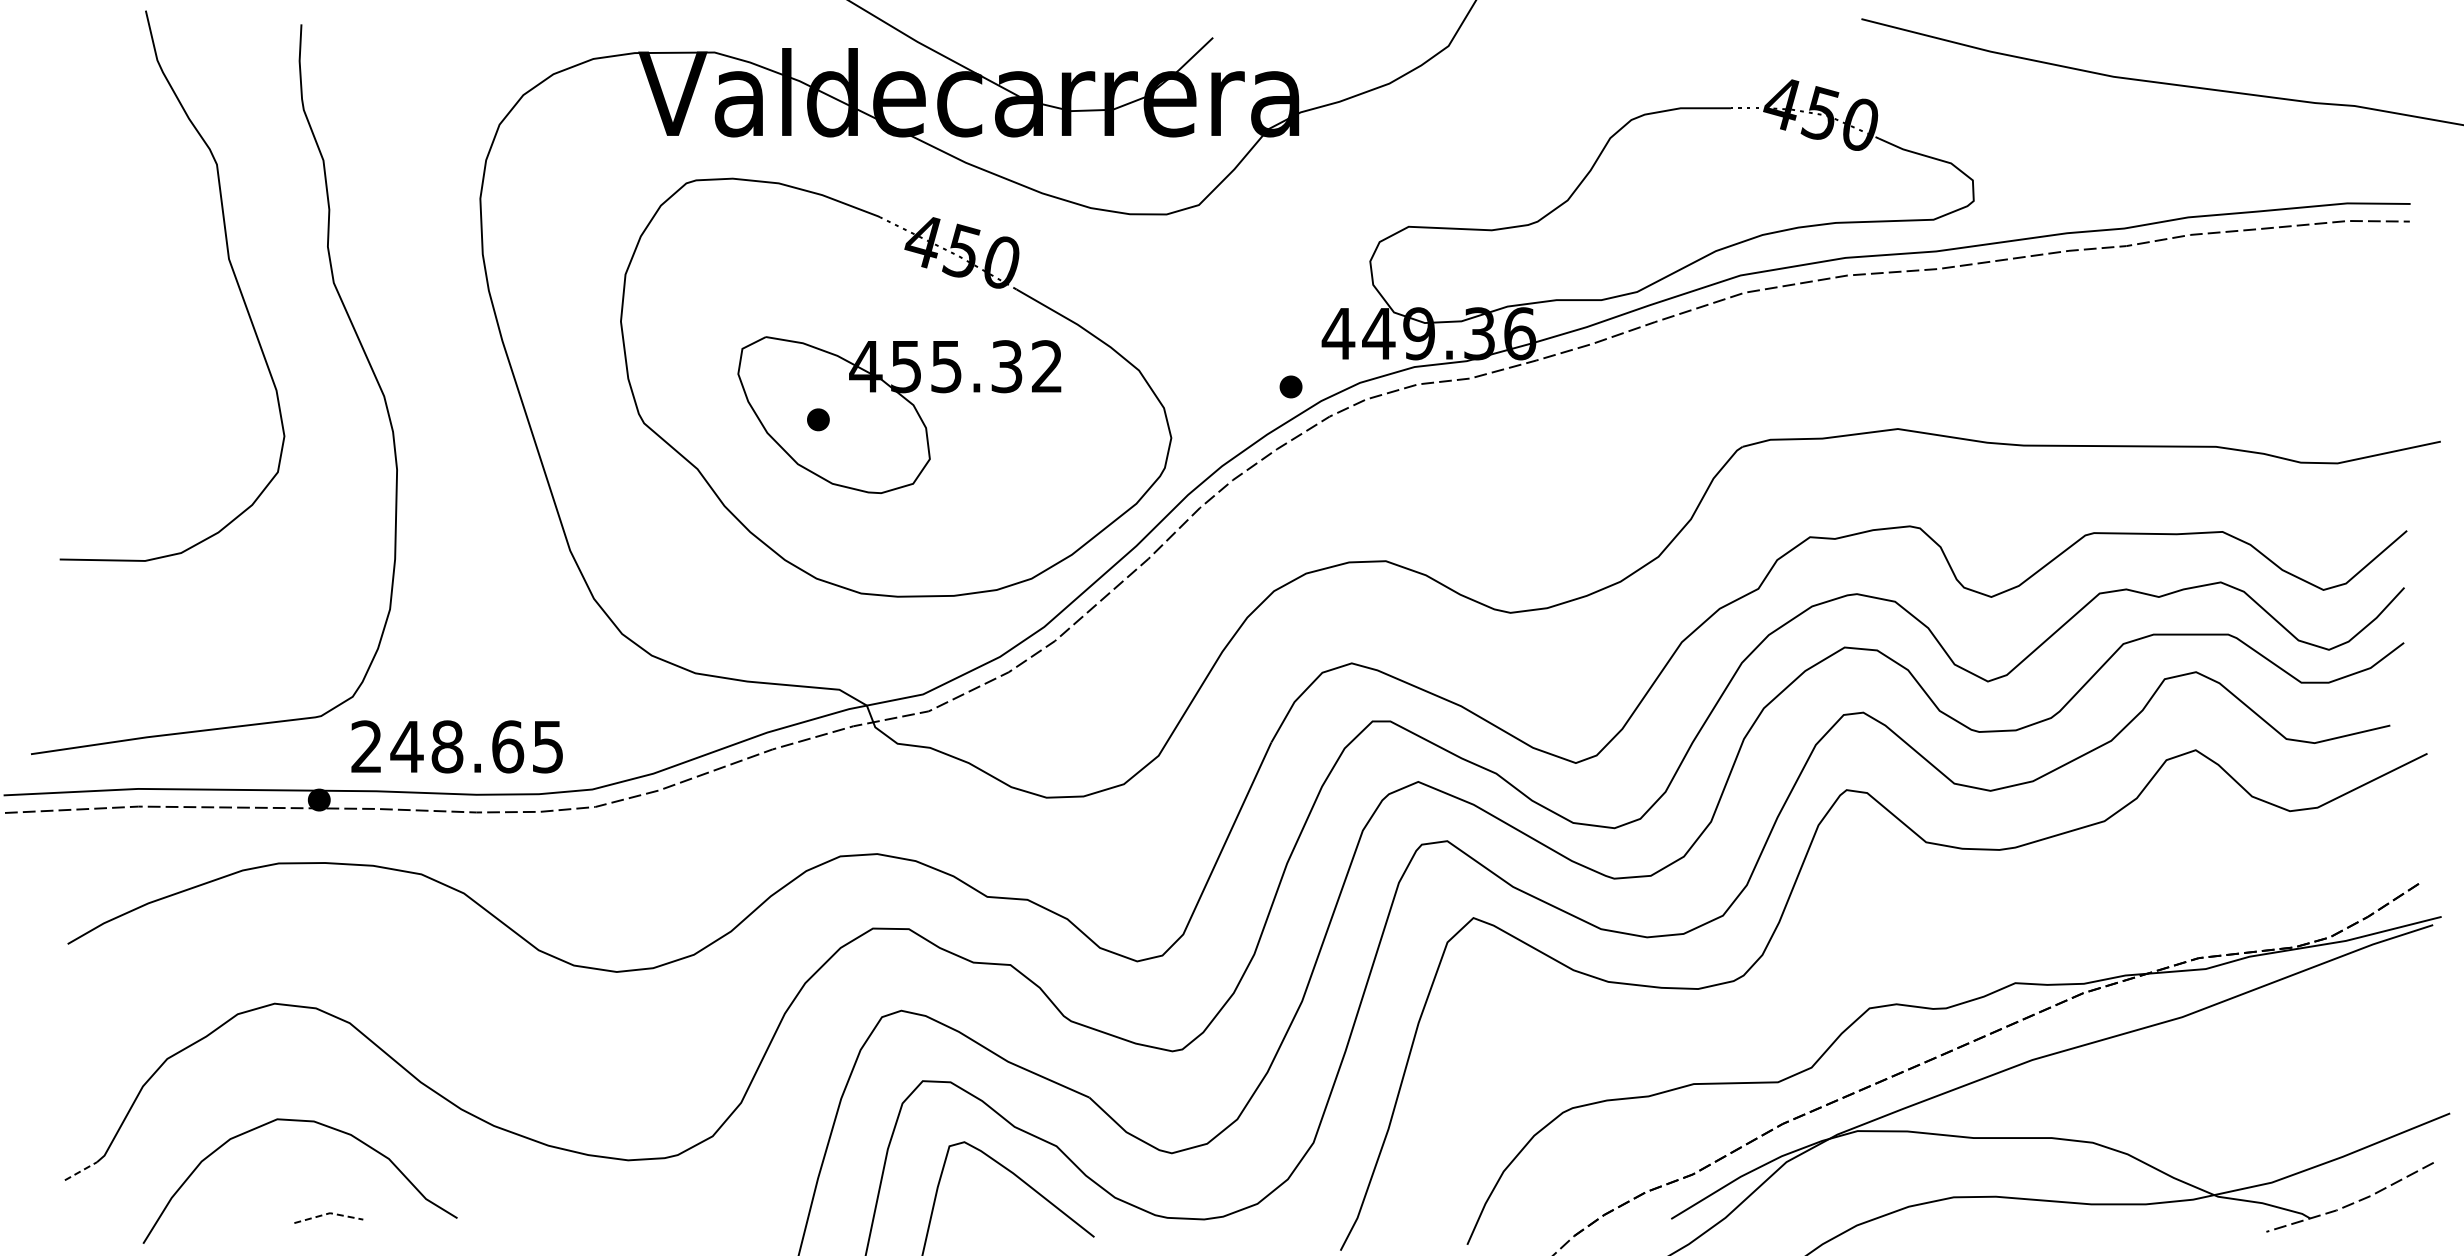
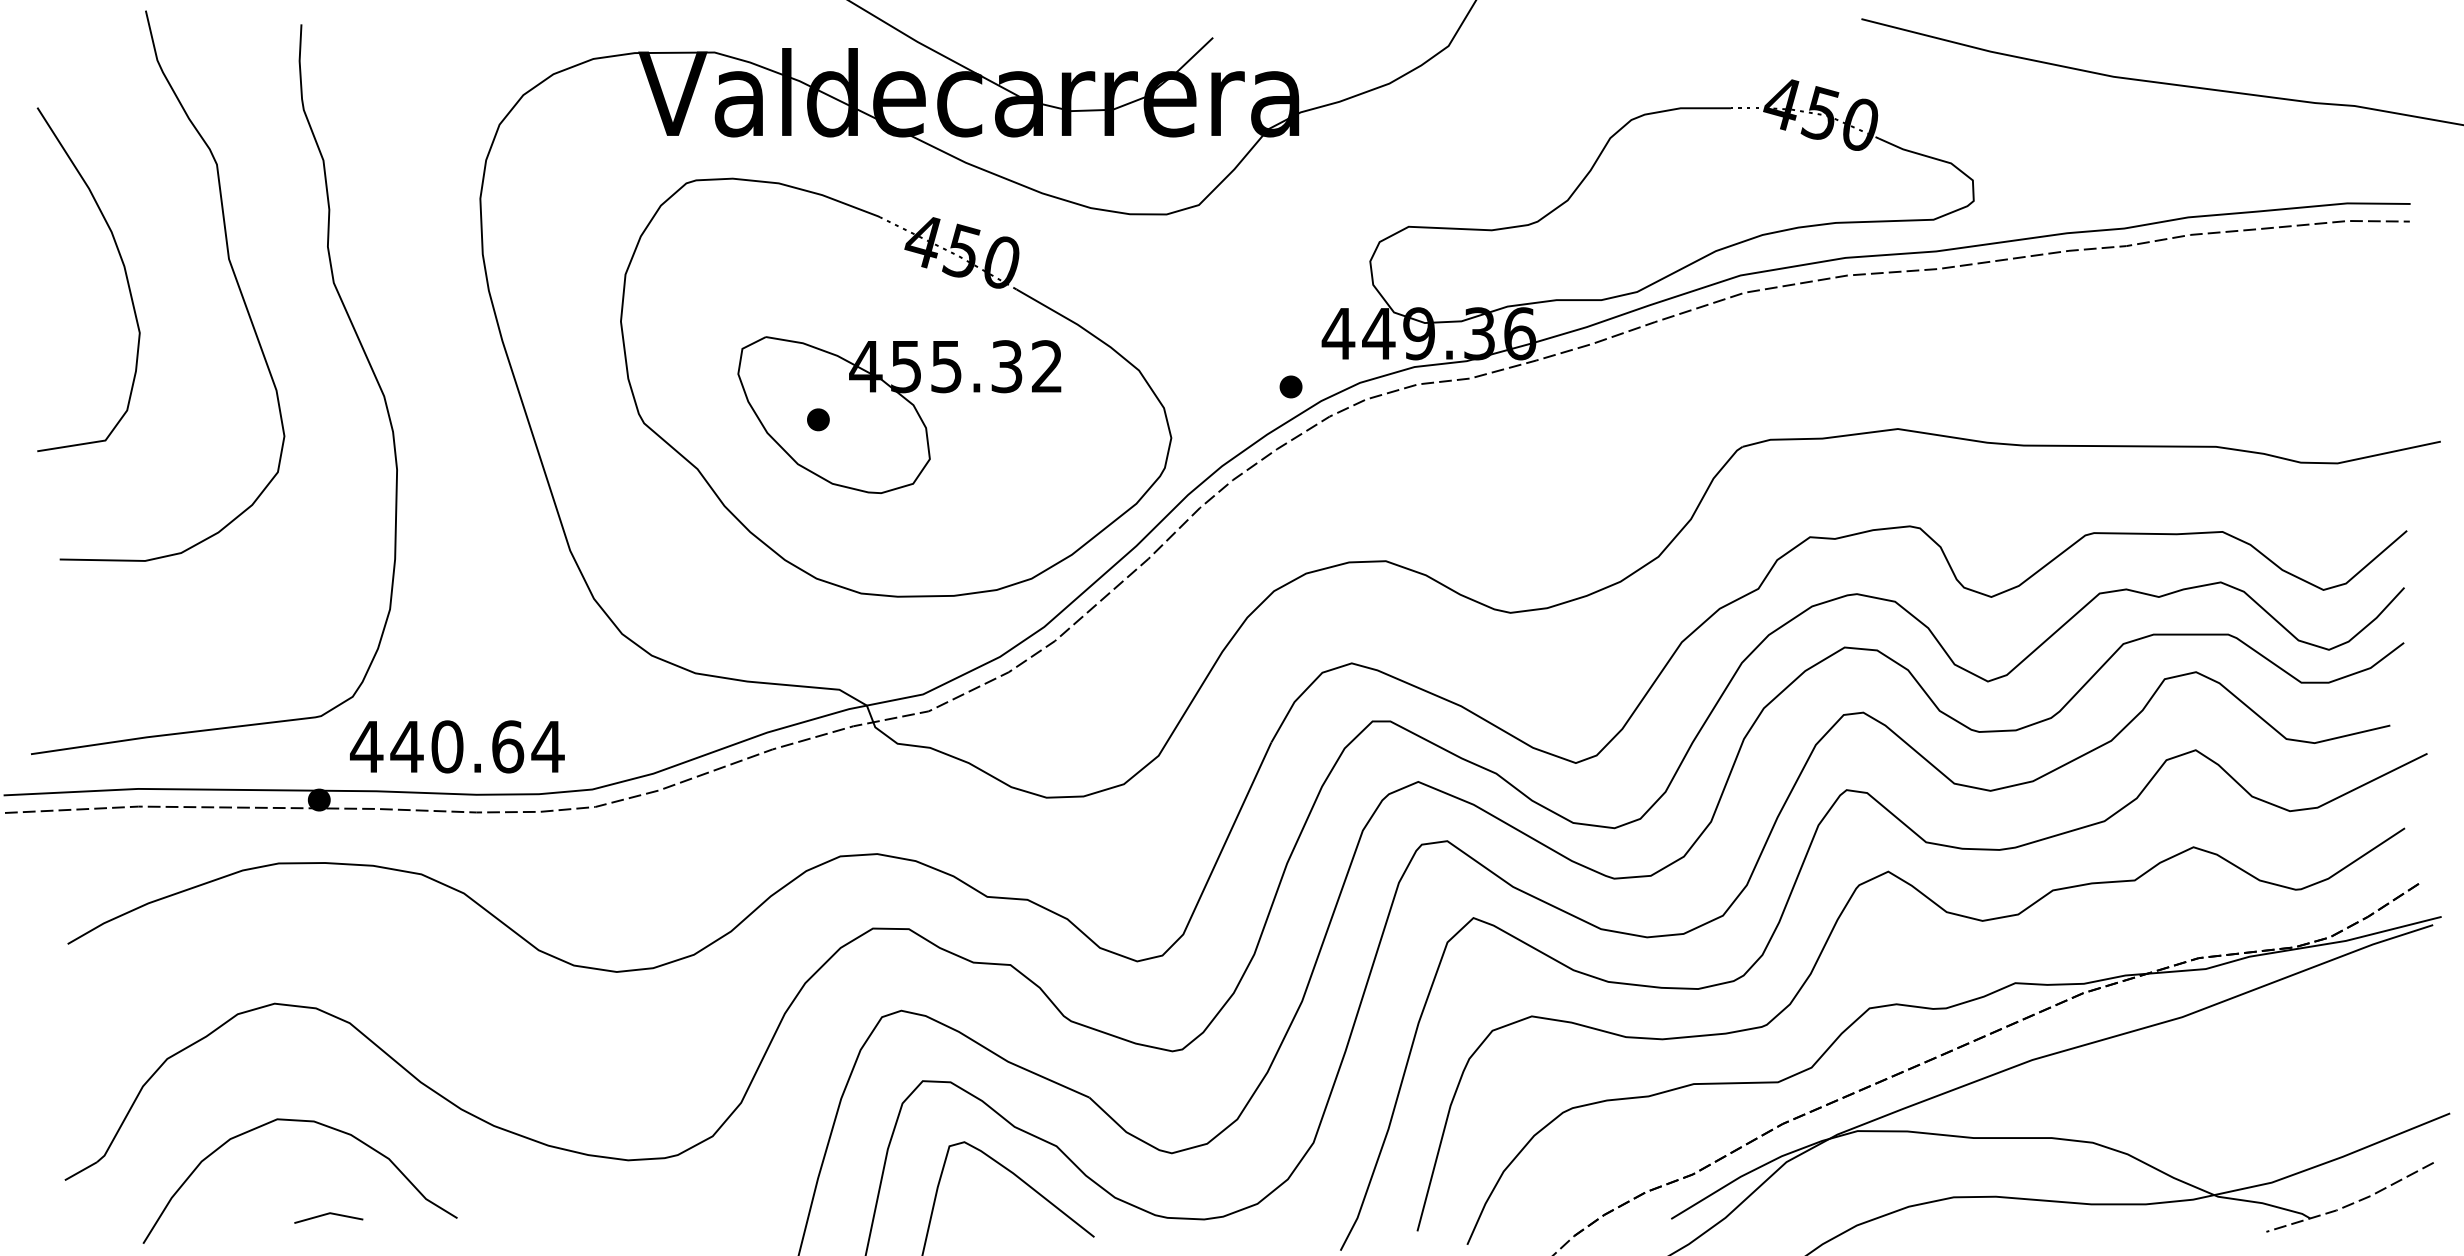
curve at (124, 272): none -> present
text at (456, 746): 248.65 -> 440.64
curve at (1810, 976): none -> present
line at (81, 1171): dashed -> solid
line at (329, 1213): dashed -> solid
